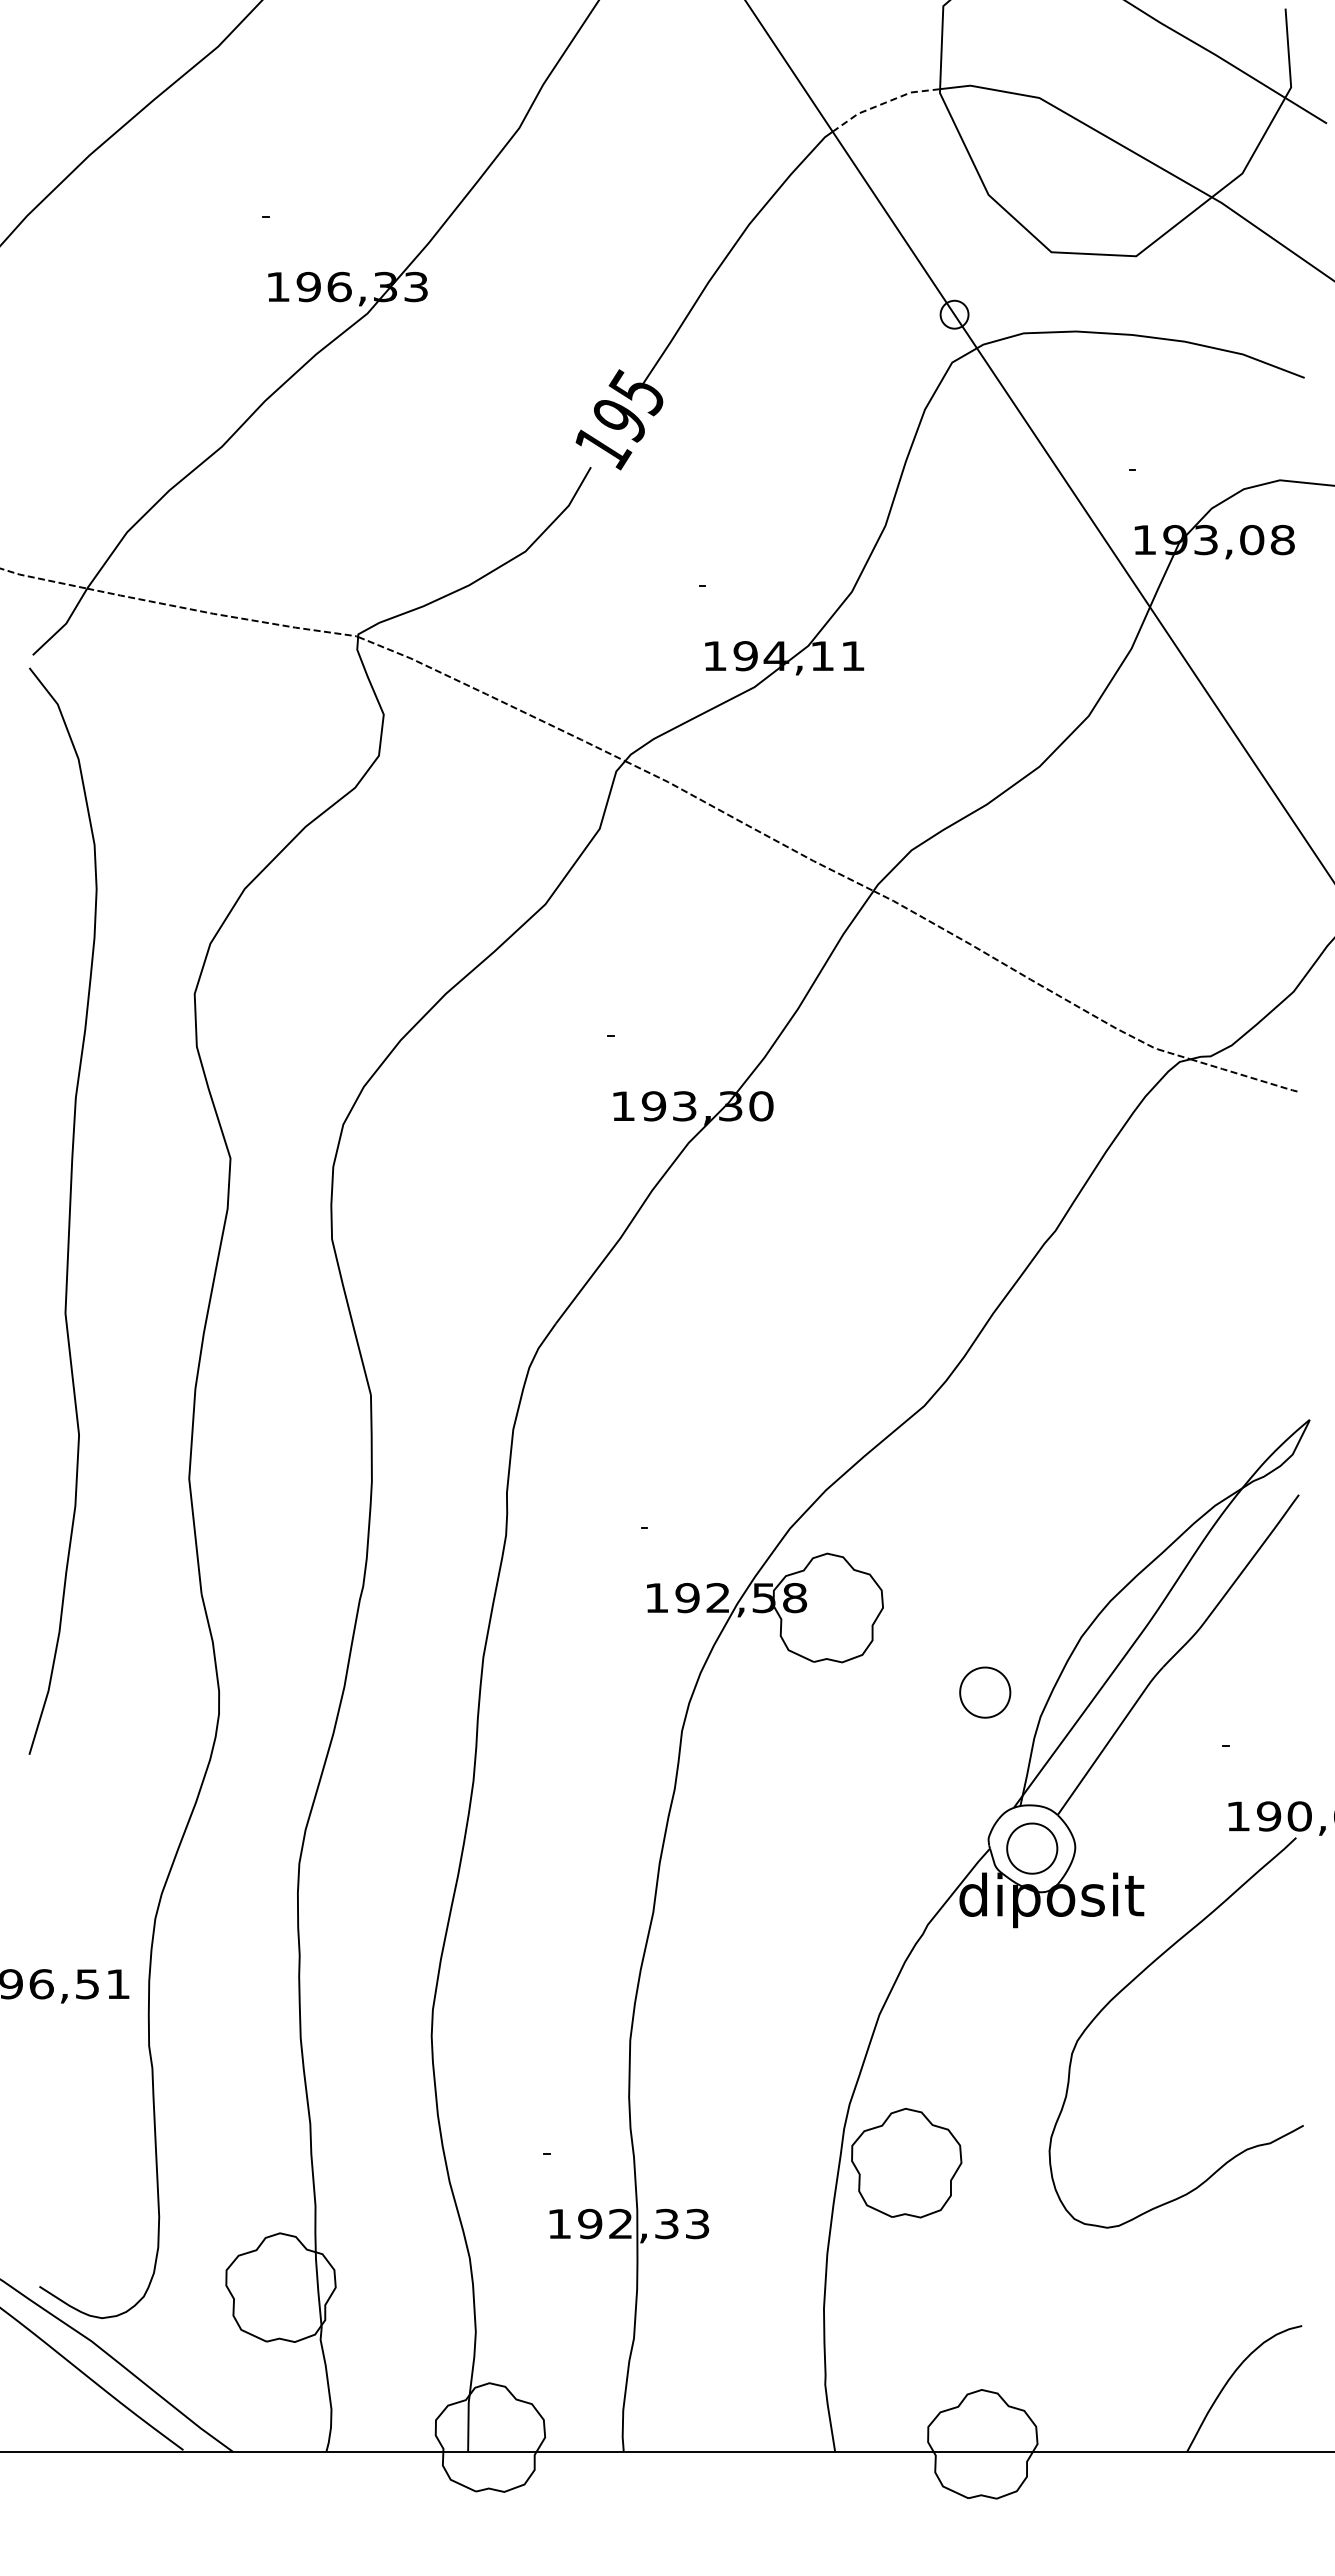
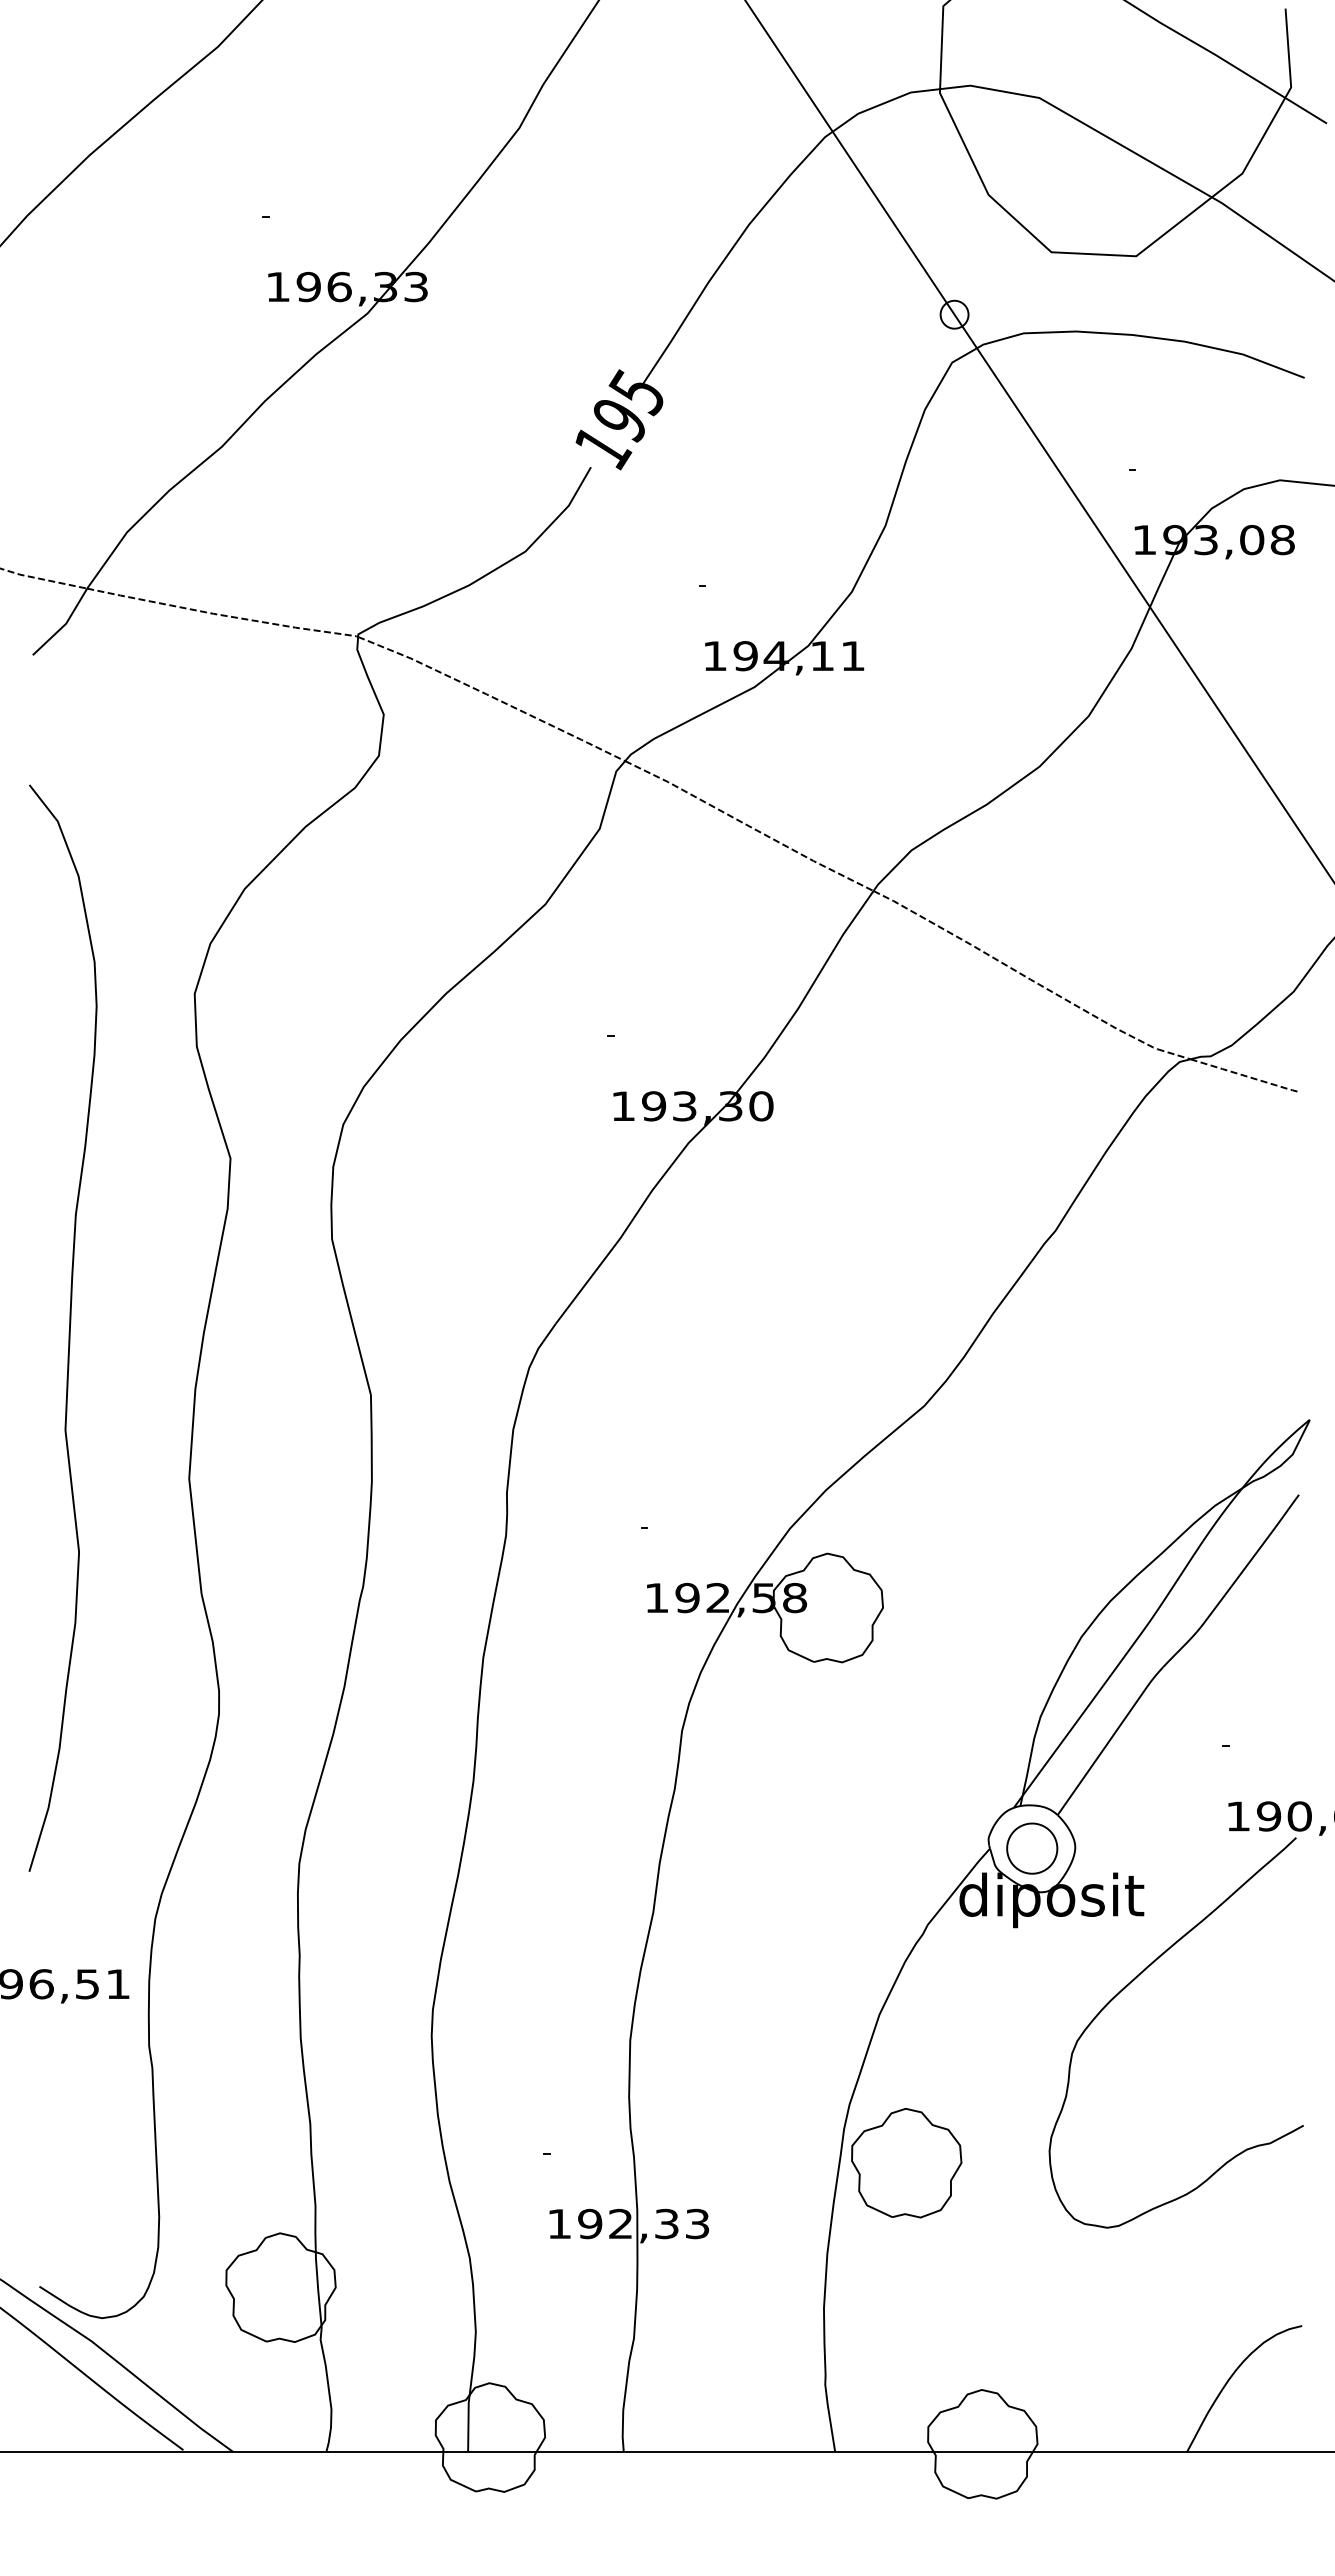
line at (884, 103): dashed -> solid
curve at (69, 1210) position: (69, 1210) -> (69, 1327)
part at (985, 1692): present -> none
